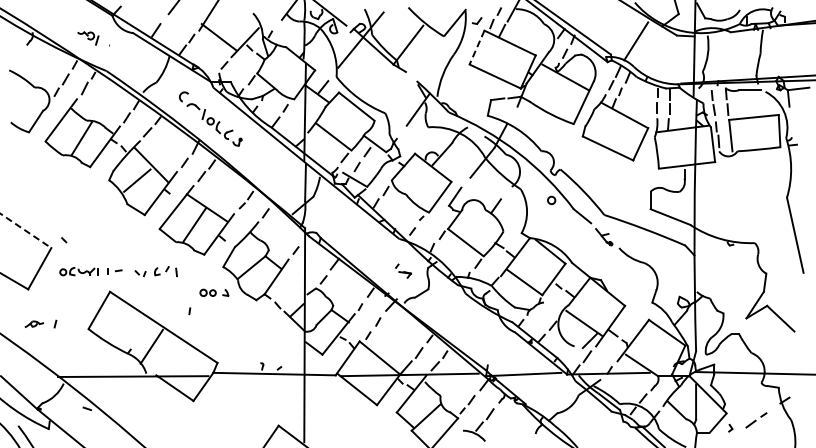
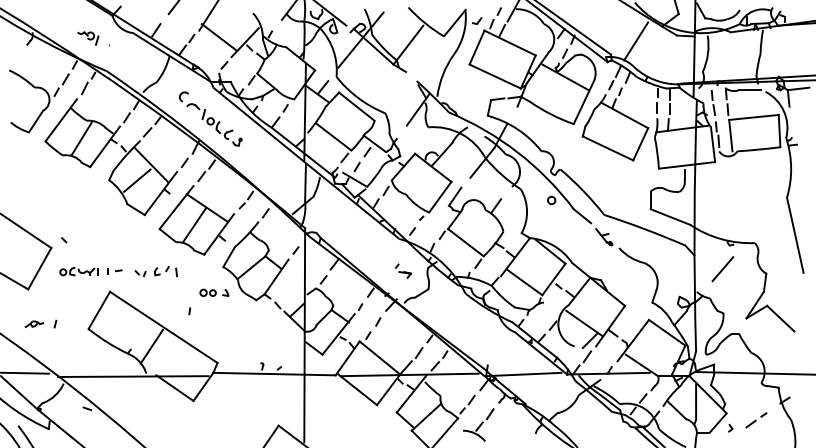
line at (477, 47): dashed -> solid
line at (25, 230): dashed -> solid
line at (722, 269): none -> present
line at (25, 372): none -> present
